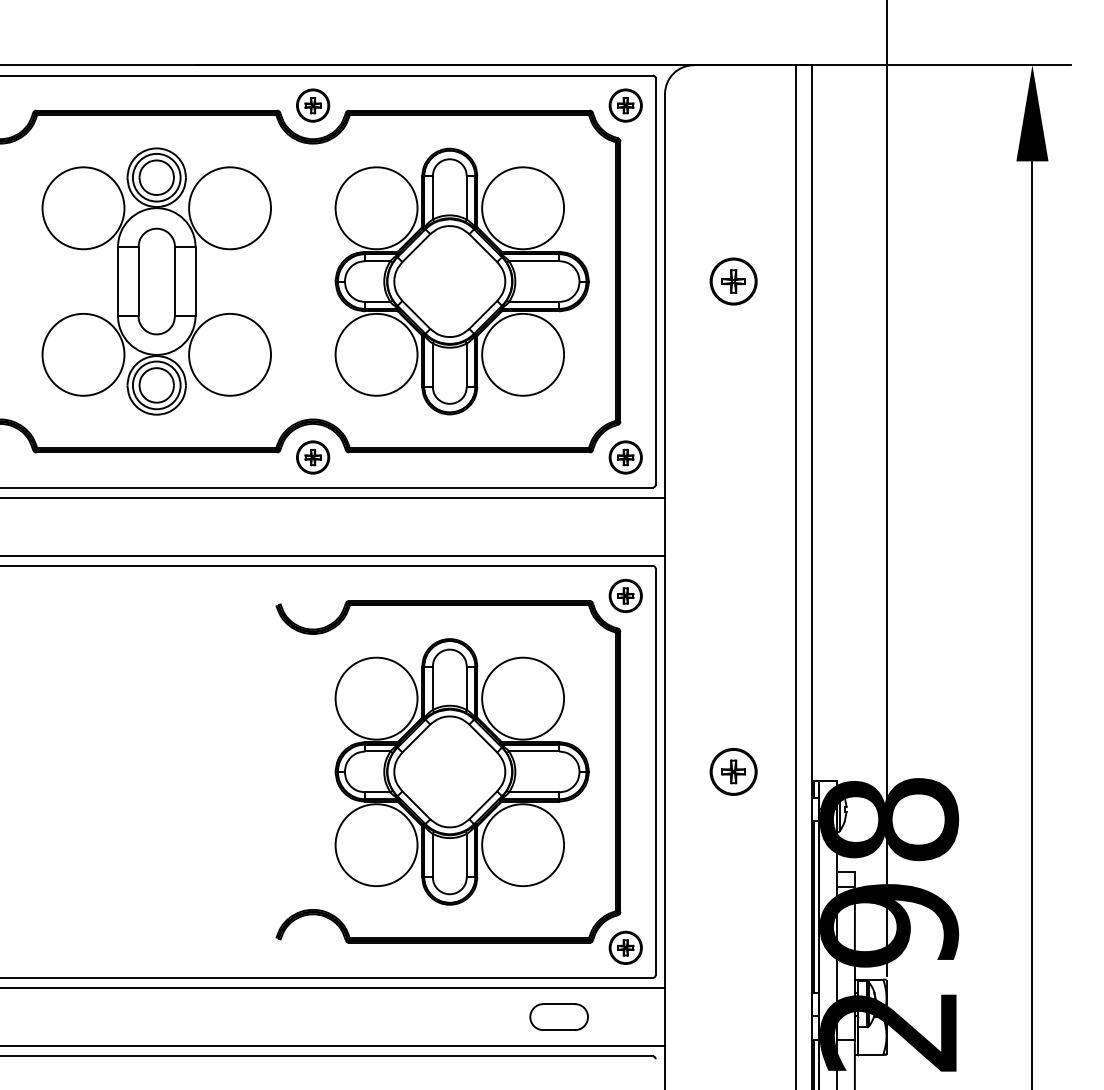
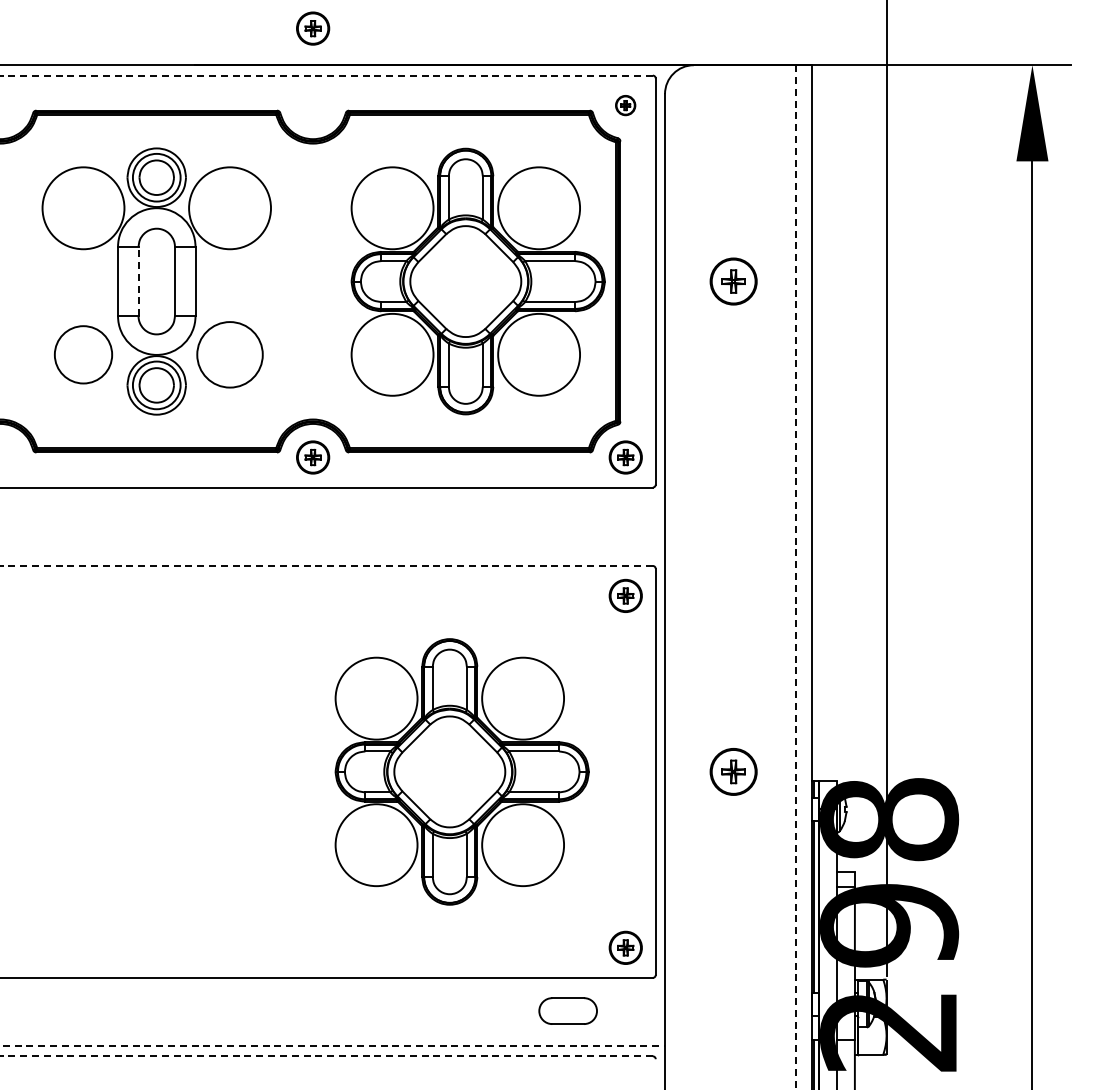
line at (326, 75): solid -> dashed
part at (313, 105) position: (313, 105) -> (313, 28)
part at (625, 105) size: 35x35 px -> 22x22 px
line at (138, 281): solid -> dashed
part at (461, 281) position: (461, 281) -> (477, 281)
circle at (83, 354) diameter: 82 px -> 57 px
circle at (230, 354) diameter: 82 px -> 66 px
line at (333, 497): present -> none
line at (333, 555): present -> none
line at (326, 565): solid -> dashed
line at (795, 578): solid -> dashed
part at (448, 605): present -> none
line at (333, 988): present -> none
part at (558, 1016) position: (558, 1016) -> (567, 1010)
line at (333, 1045): solid -> dashed
line at (326, 1056): solid -> dashed
